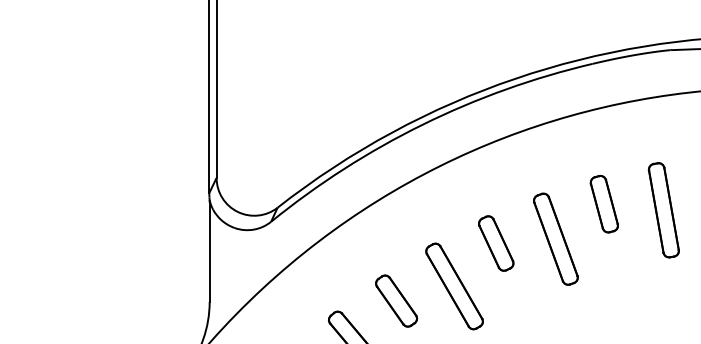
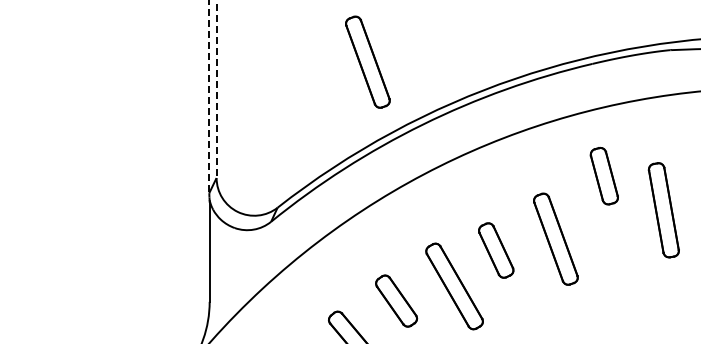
part at (367, 61): none -> present
line at (216, 89): solid -> dashed
line at (209, 97): solid -> dashed
part at (603, 204) position: (603, 204) -> (603, 176)
part at (496, 243) position: (496, 243) -> (496, 250)
